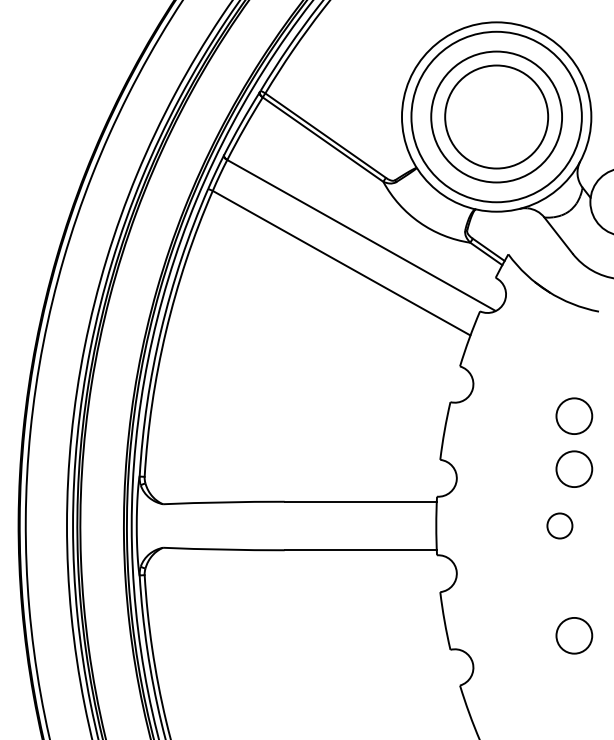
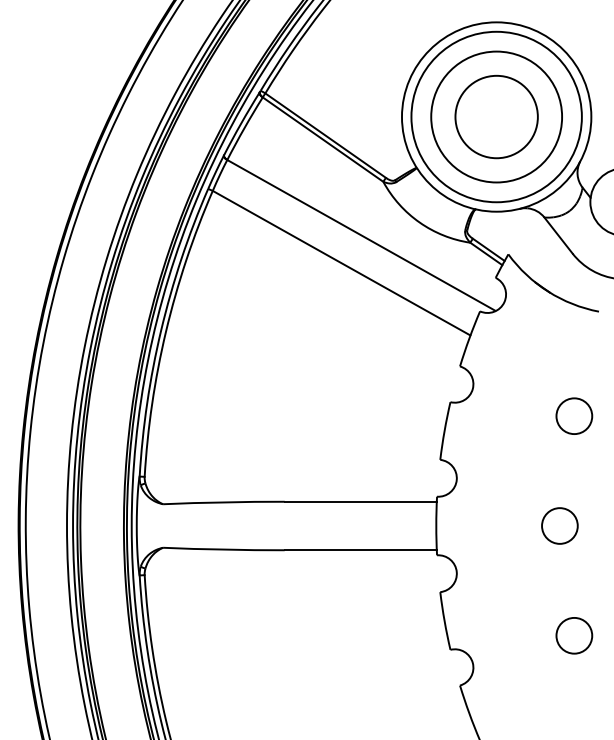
circle at (496, 116) diameter: 103 px -> 82 px
circle at (574, 468): present -> none
circle at (559, 525) size: 28x28 px -> 38x38 px
